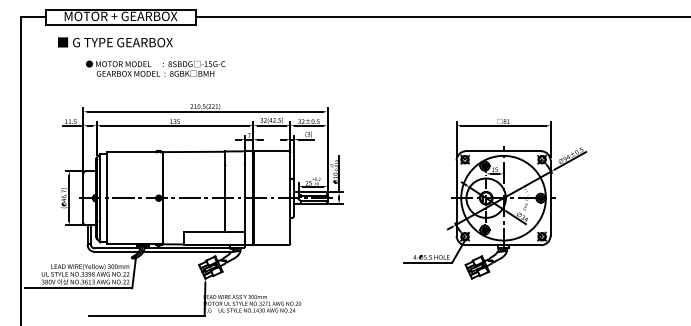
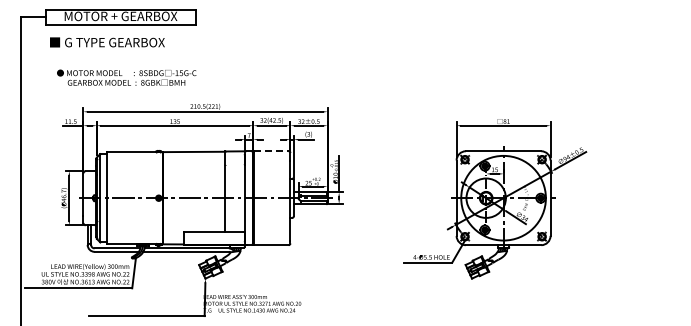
line at (441, 17): present -> none
text at (115, 42) position: (115, 42) -> (107, 42)
text at (155, 68) position: (155, 68) -> (126, 77)
line at (272, 151): solid -> dashed
